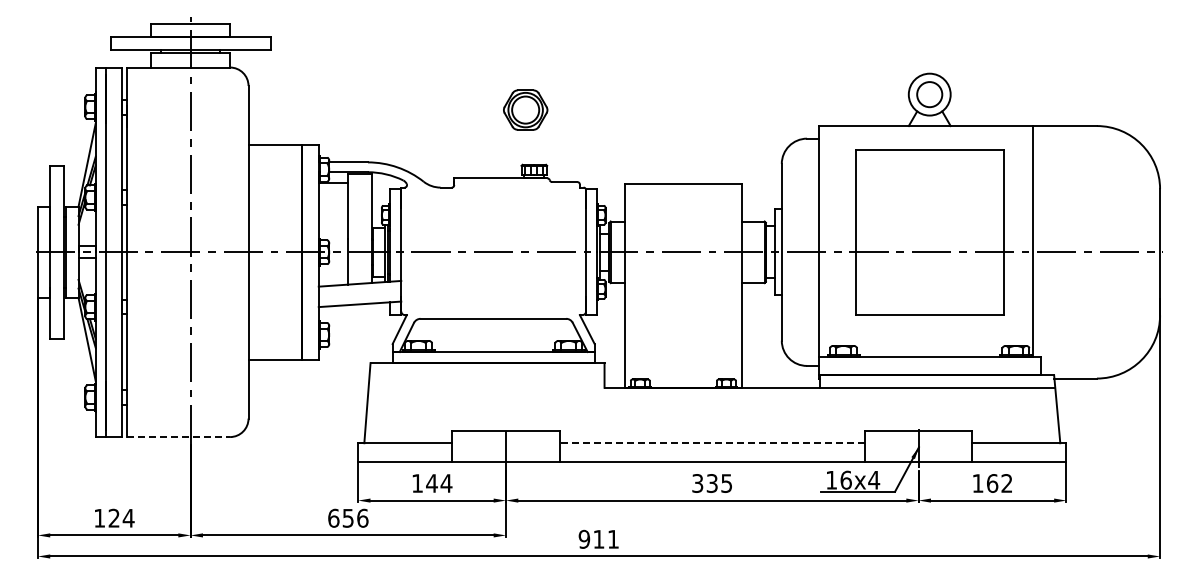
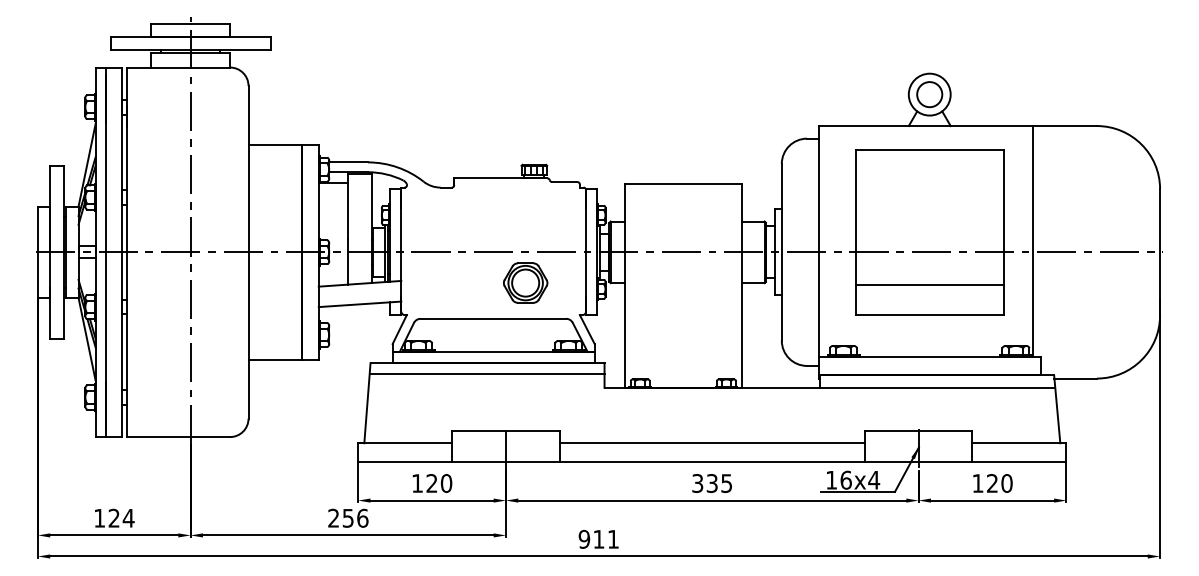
part at (525, 109) position: (525, 109) -> (525, 282)
line at (929, 284): none -> present
line at (486, 373): none -> present
line at (178, 437): dashed -> solid
line at (712, 443): dashed -> solid
text at (439, 483): 144 -> 120
text at (999, 483): 162 -> 120
text at (333, 517): 656 -> 256
